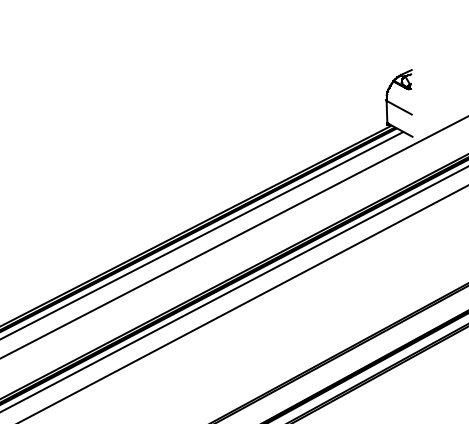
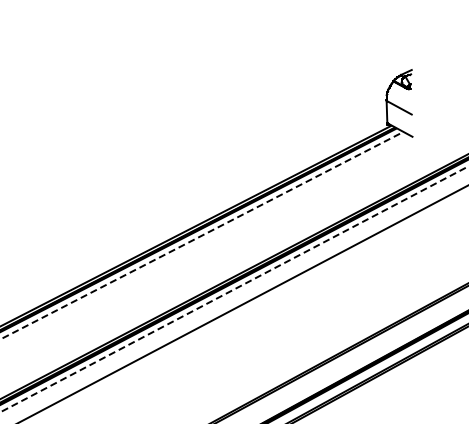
line at (201, 235): solid -> dashed
line at (233, 237): present -> none
line at (234, 289): solid -> dashed
